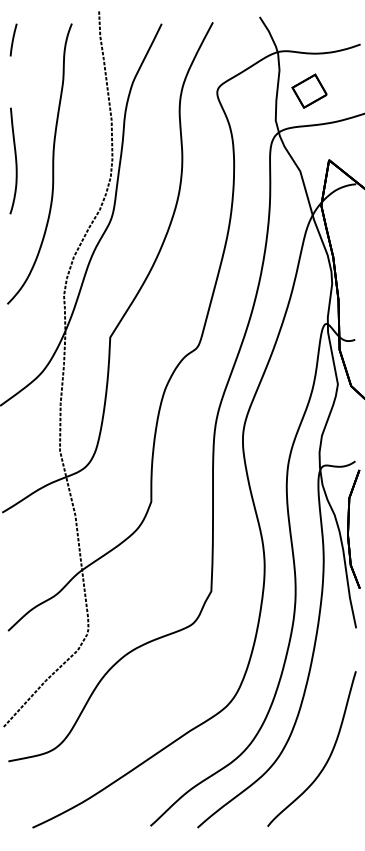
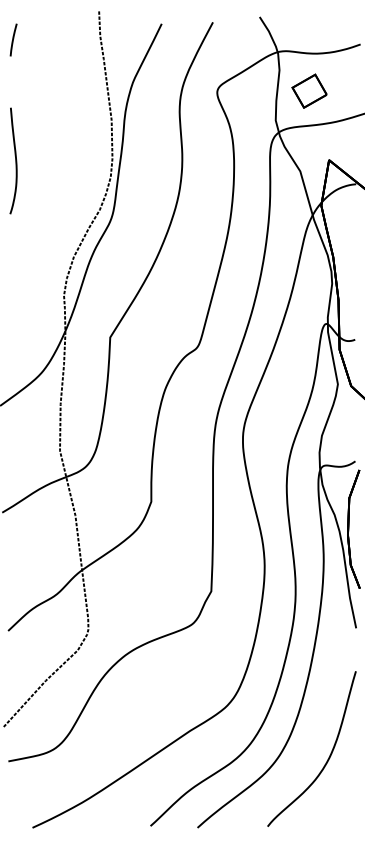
part at (52, 163): present -> none
